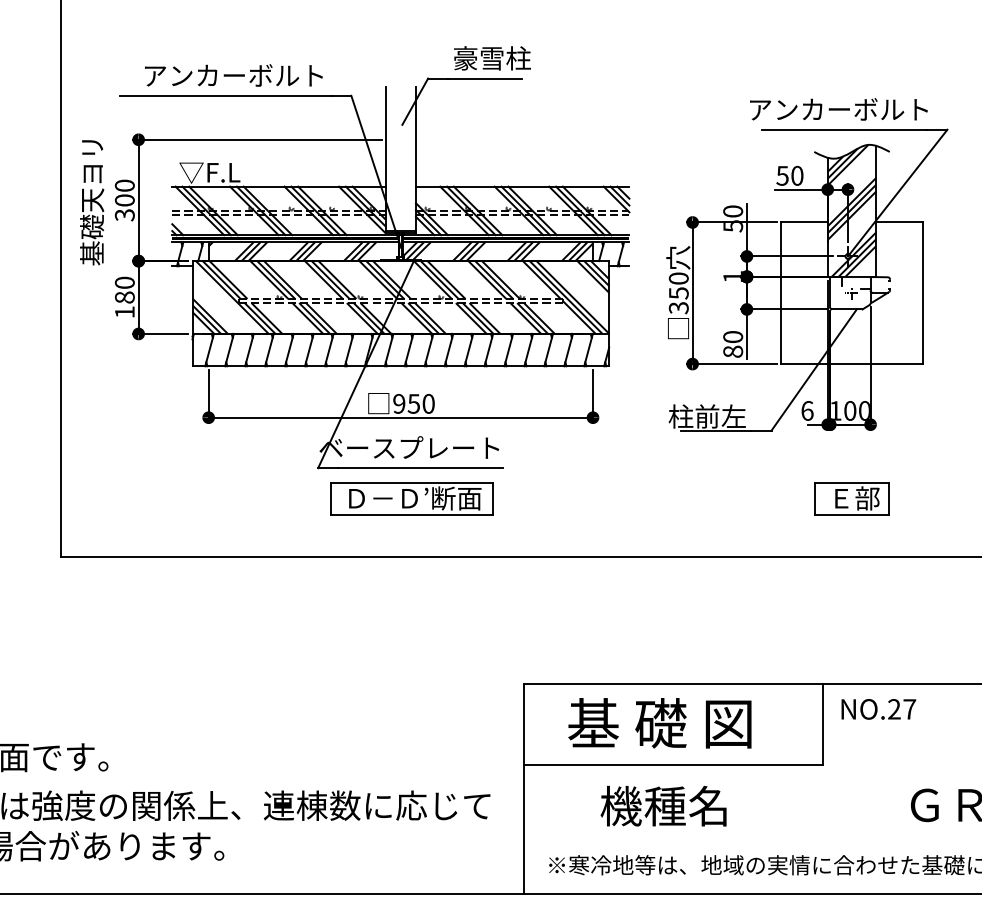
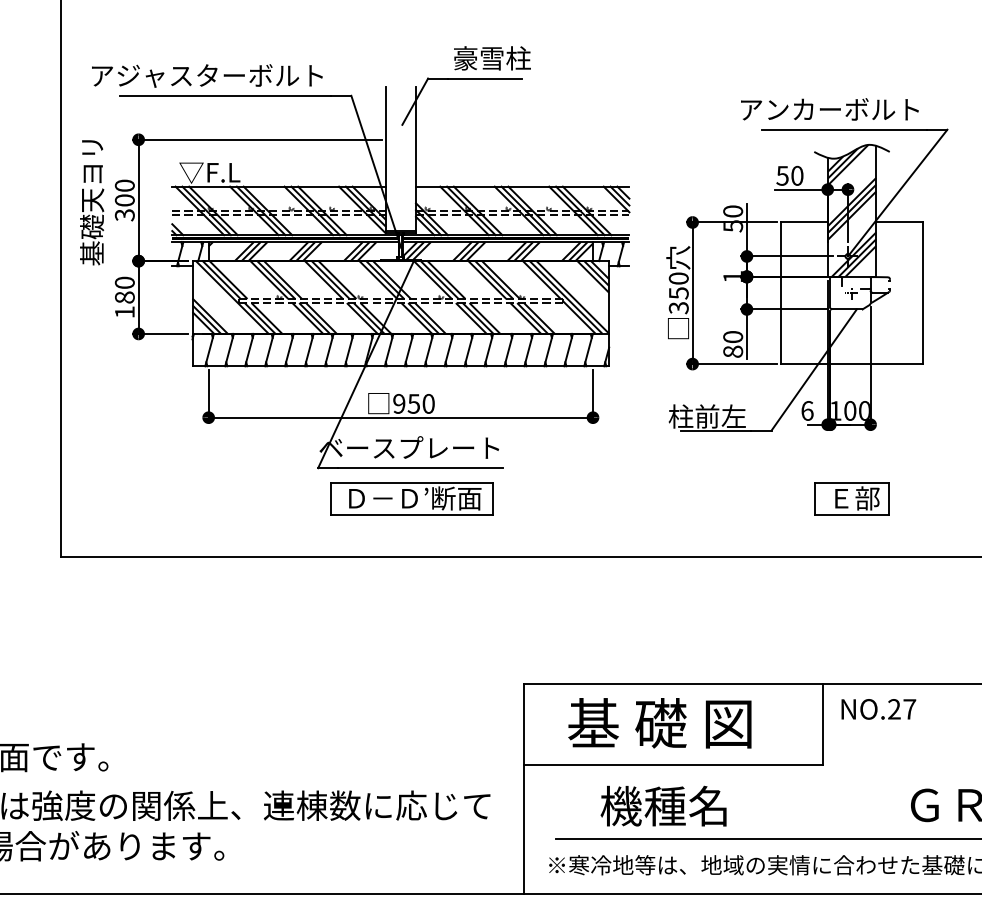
text at (154, 75): アンカーボルト -> アジャスターボルト
text at (838, 109) position: (838, 109) -> (829, 109)
line at (767, 838): none -> present
